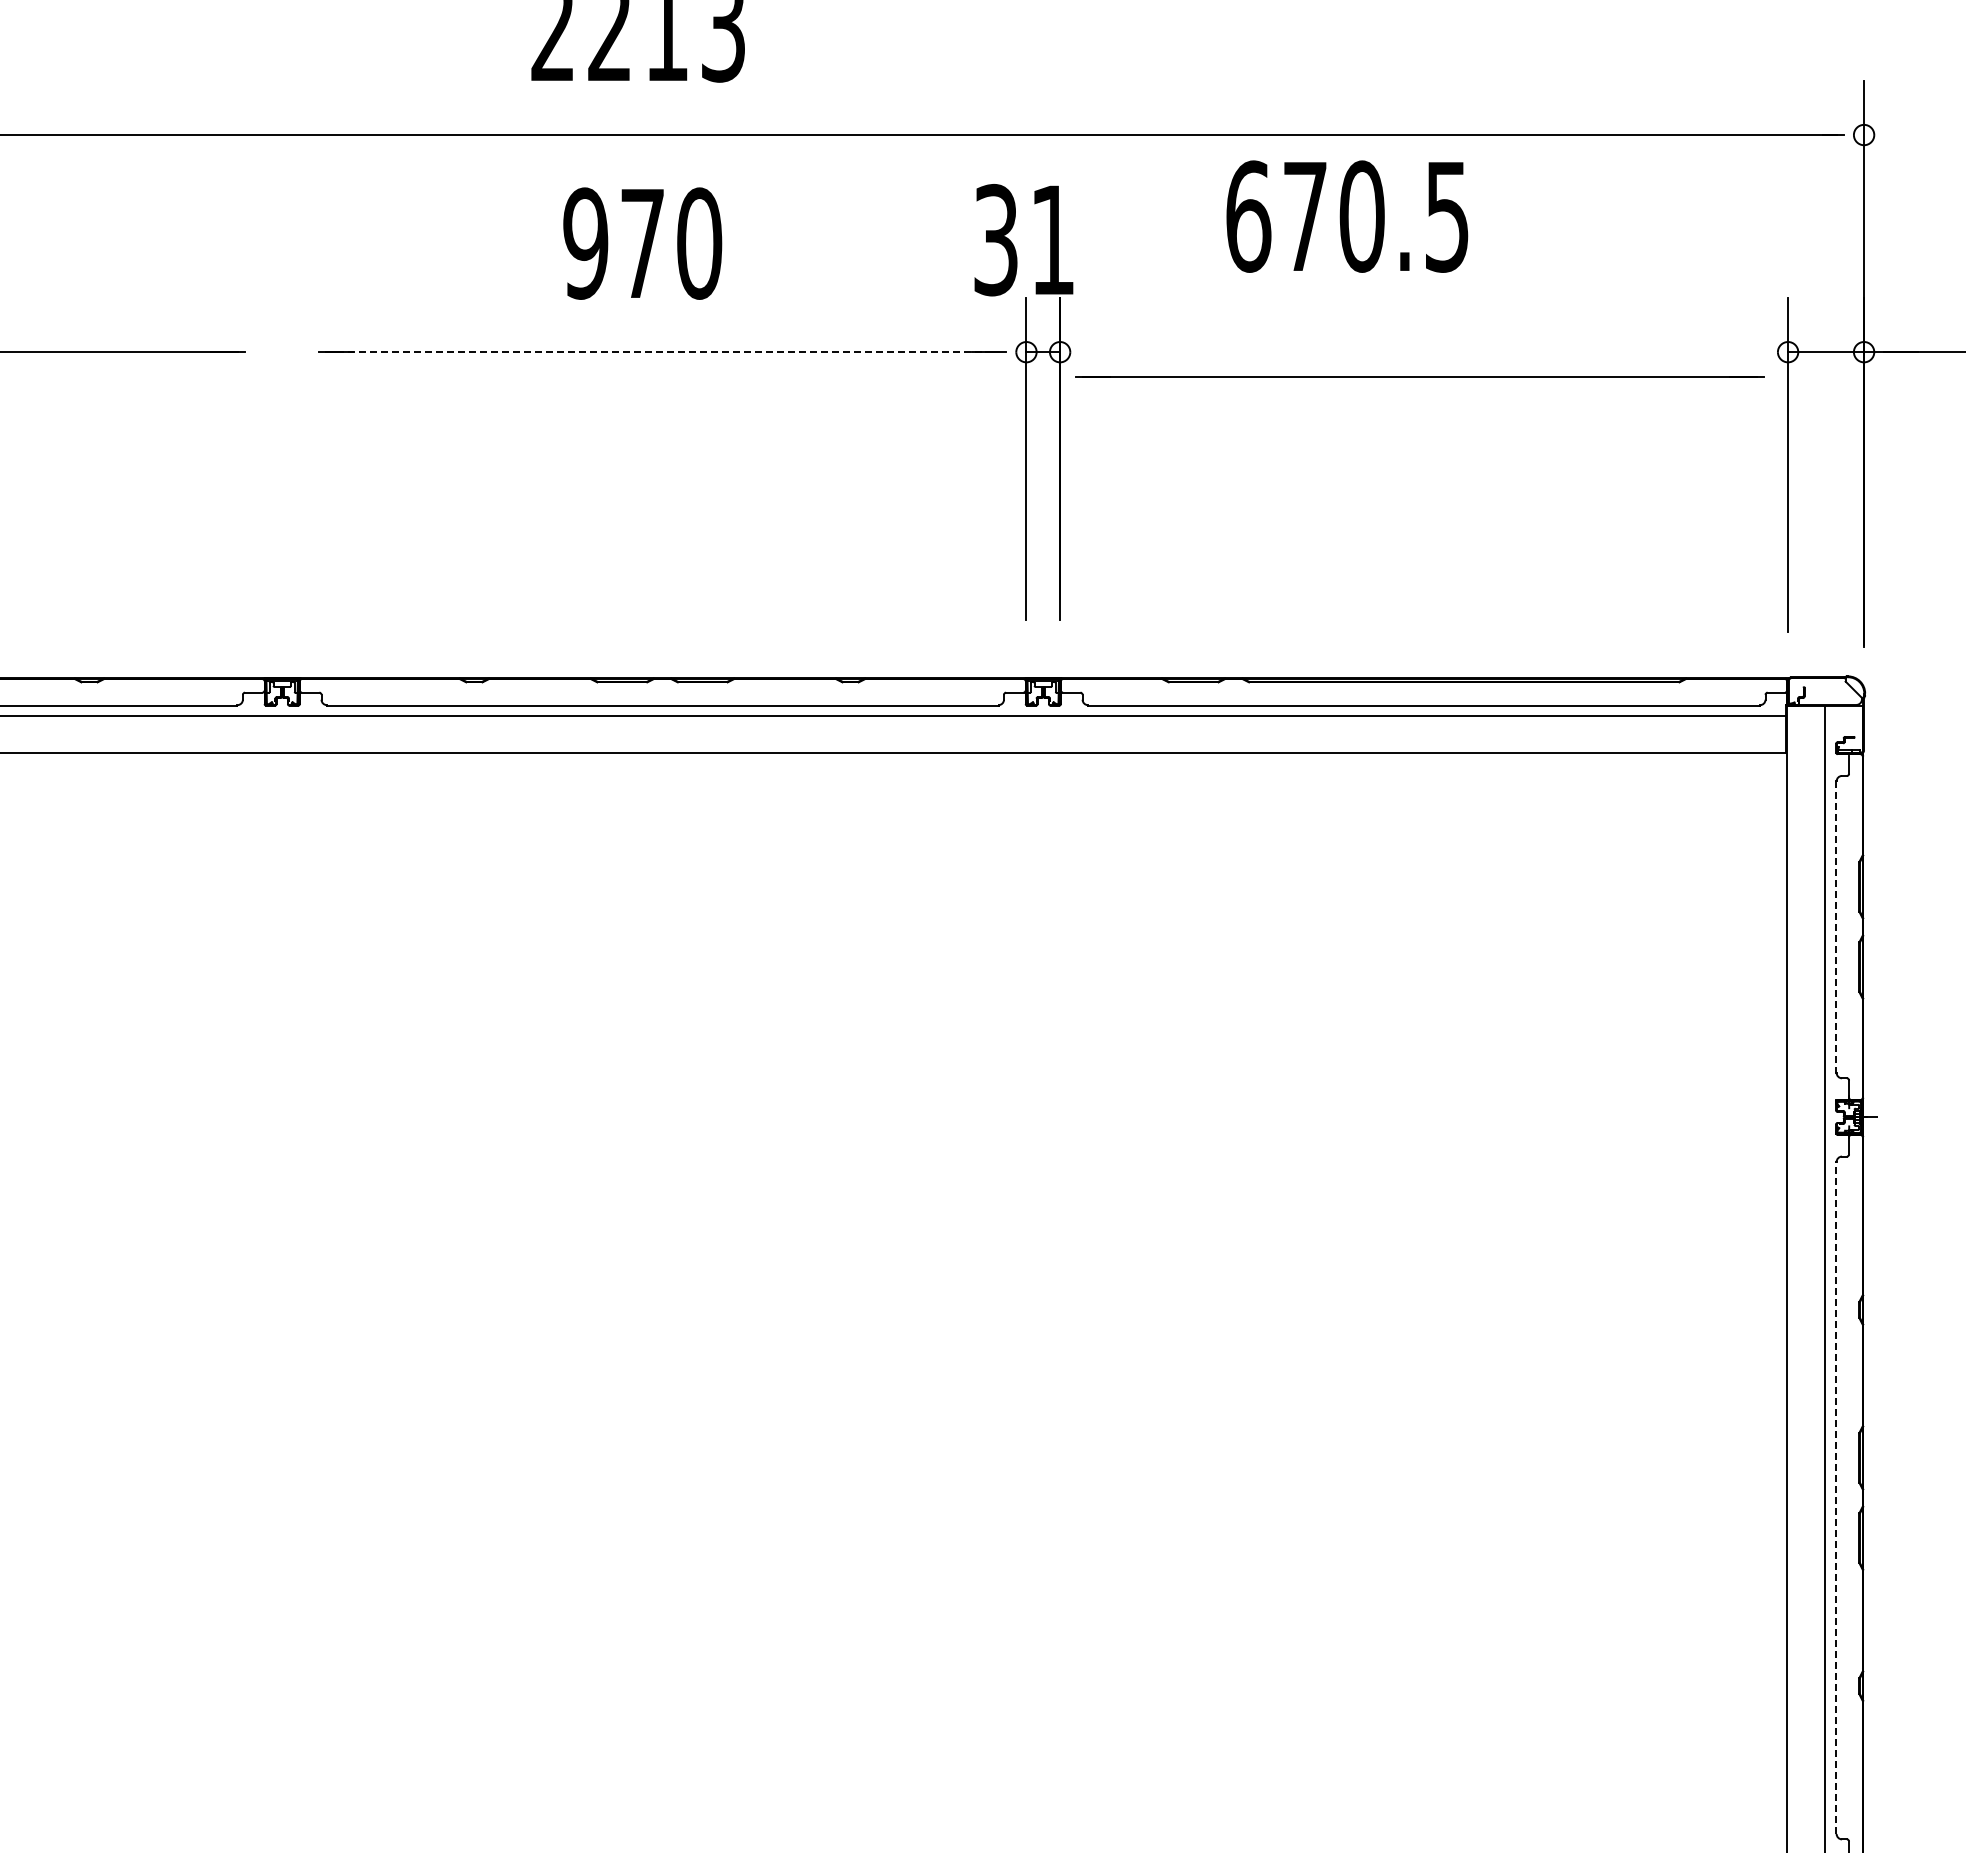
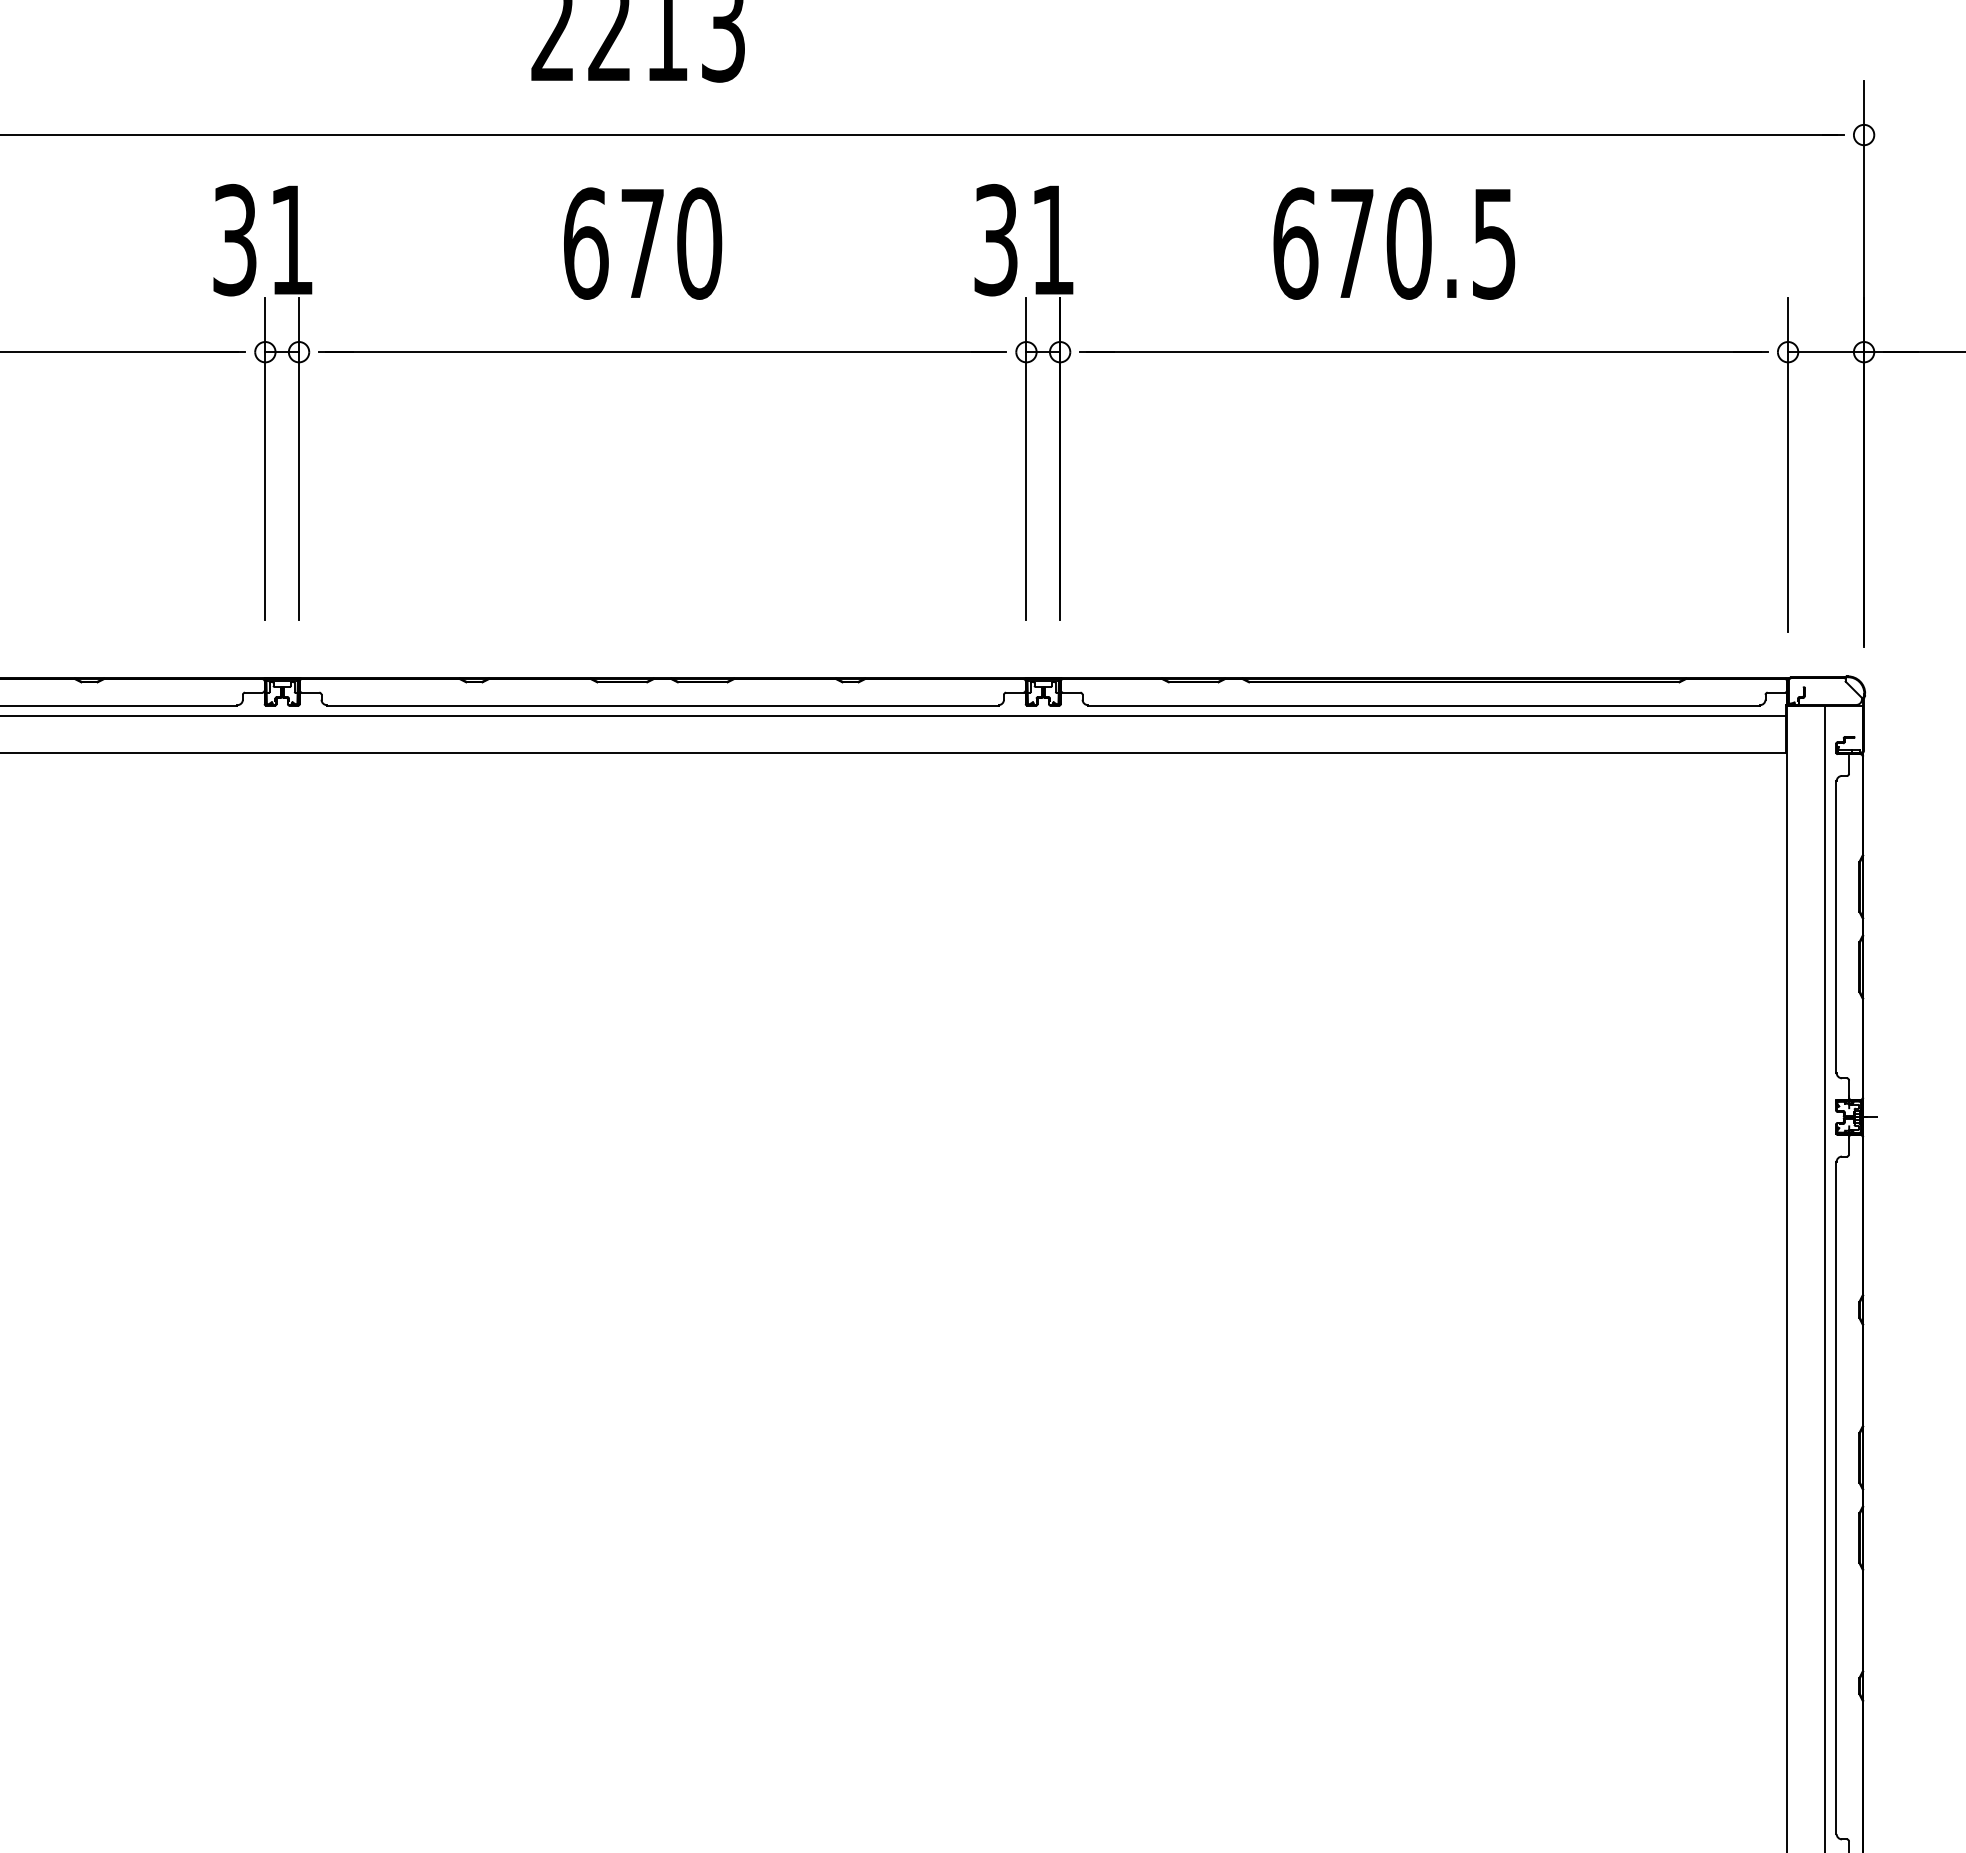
text at (1347, 216) position: (1347, 216) -> (1394, 243)
text at (585, 243): 970 -> 670
line at (662, 352): dashed -> solid
line at (1419, 376) position: (1419, 376) -> (1423, 351)
part at (262, 402): none -> present
line at (1836, 927): dashed -> solid
line at (1836, 1497): dashed -> solid
